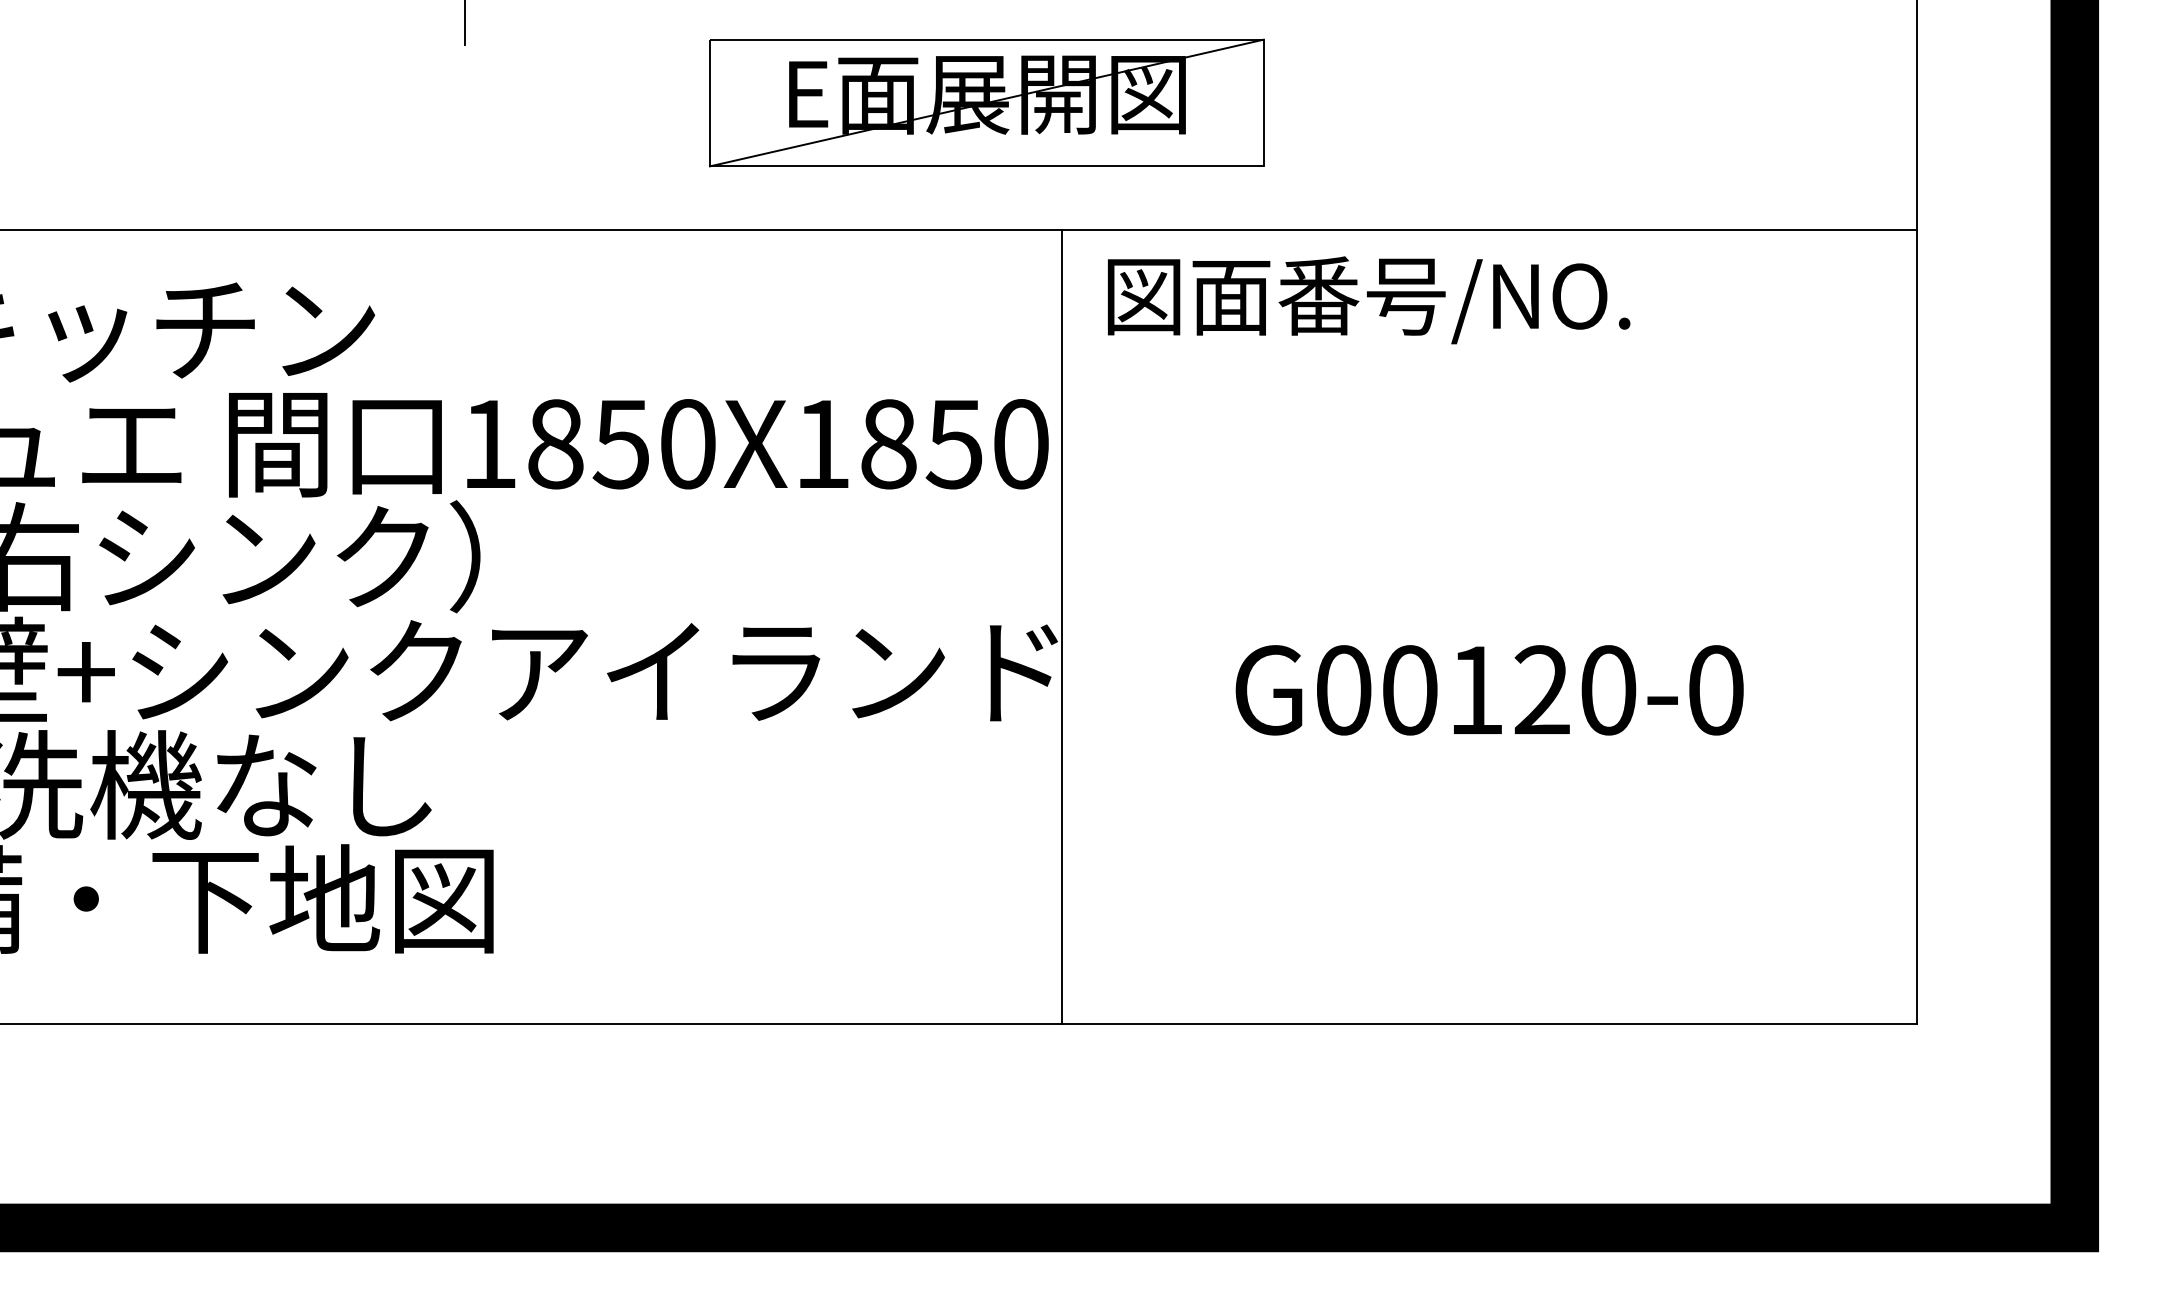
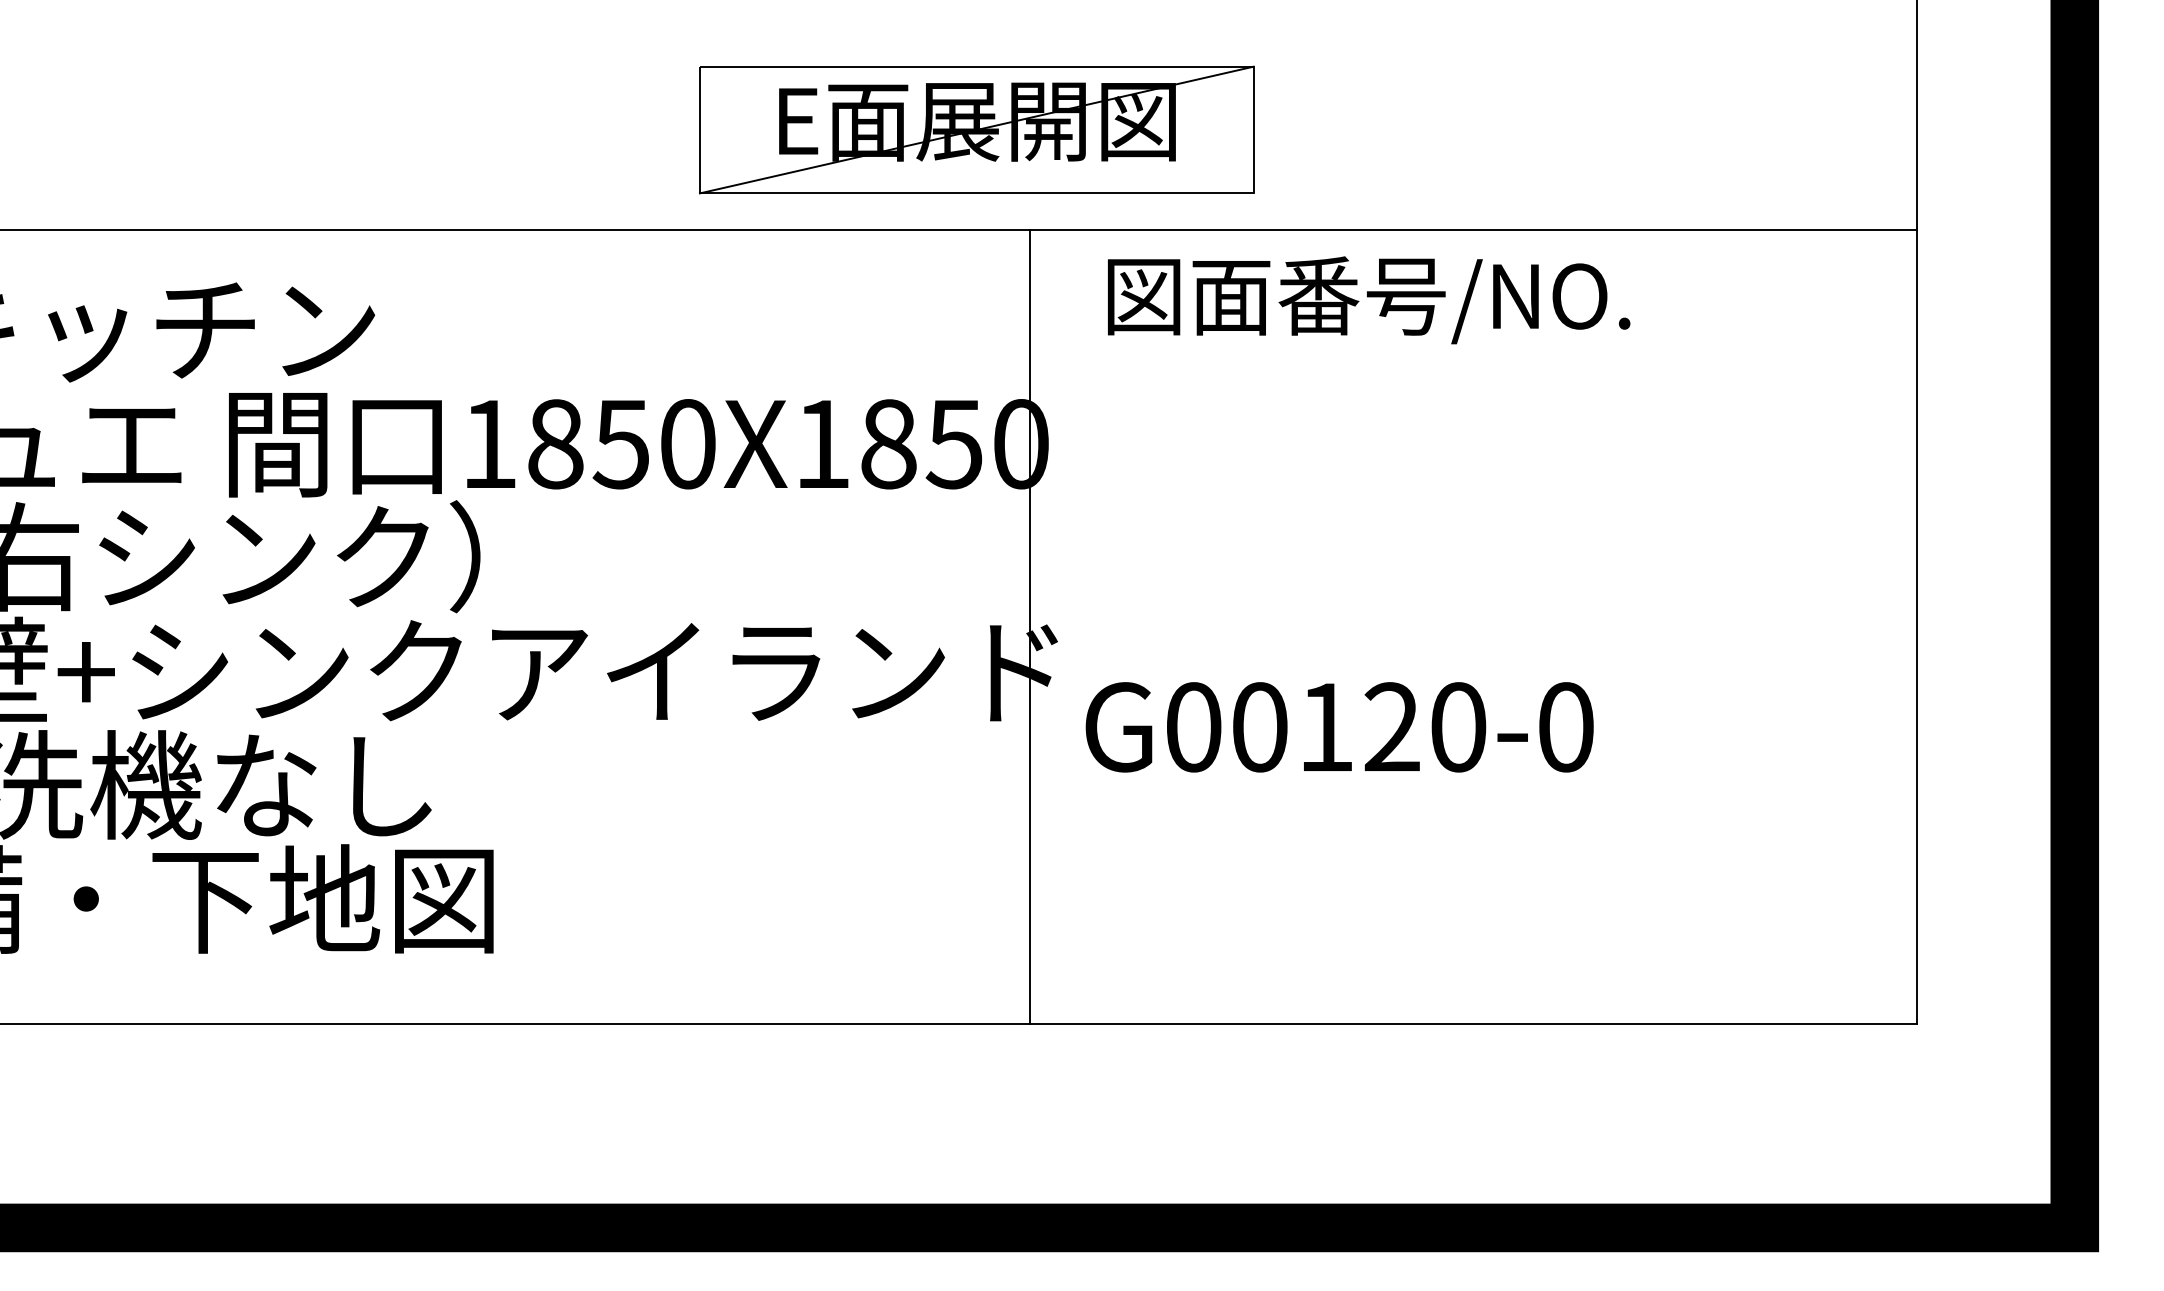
line at (464, 23): present -> none
part at (986, 102) position: (986, 102) -> (976, 129)
line at (1061, 626) position: (1061, 626) -> (1029, 626)
text at (1489, 690) position: (1489, 690) -> (1339, 727)
